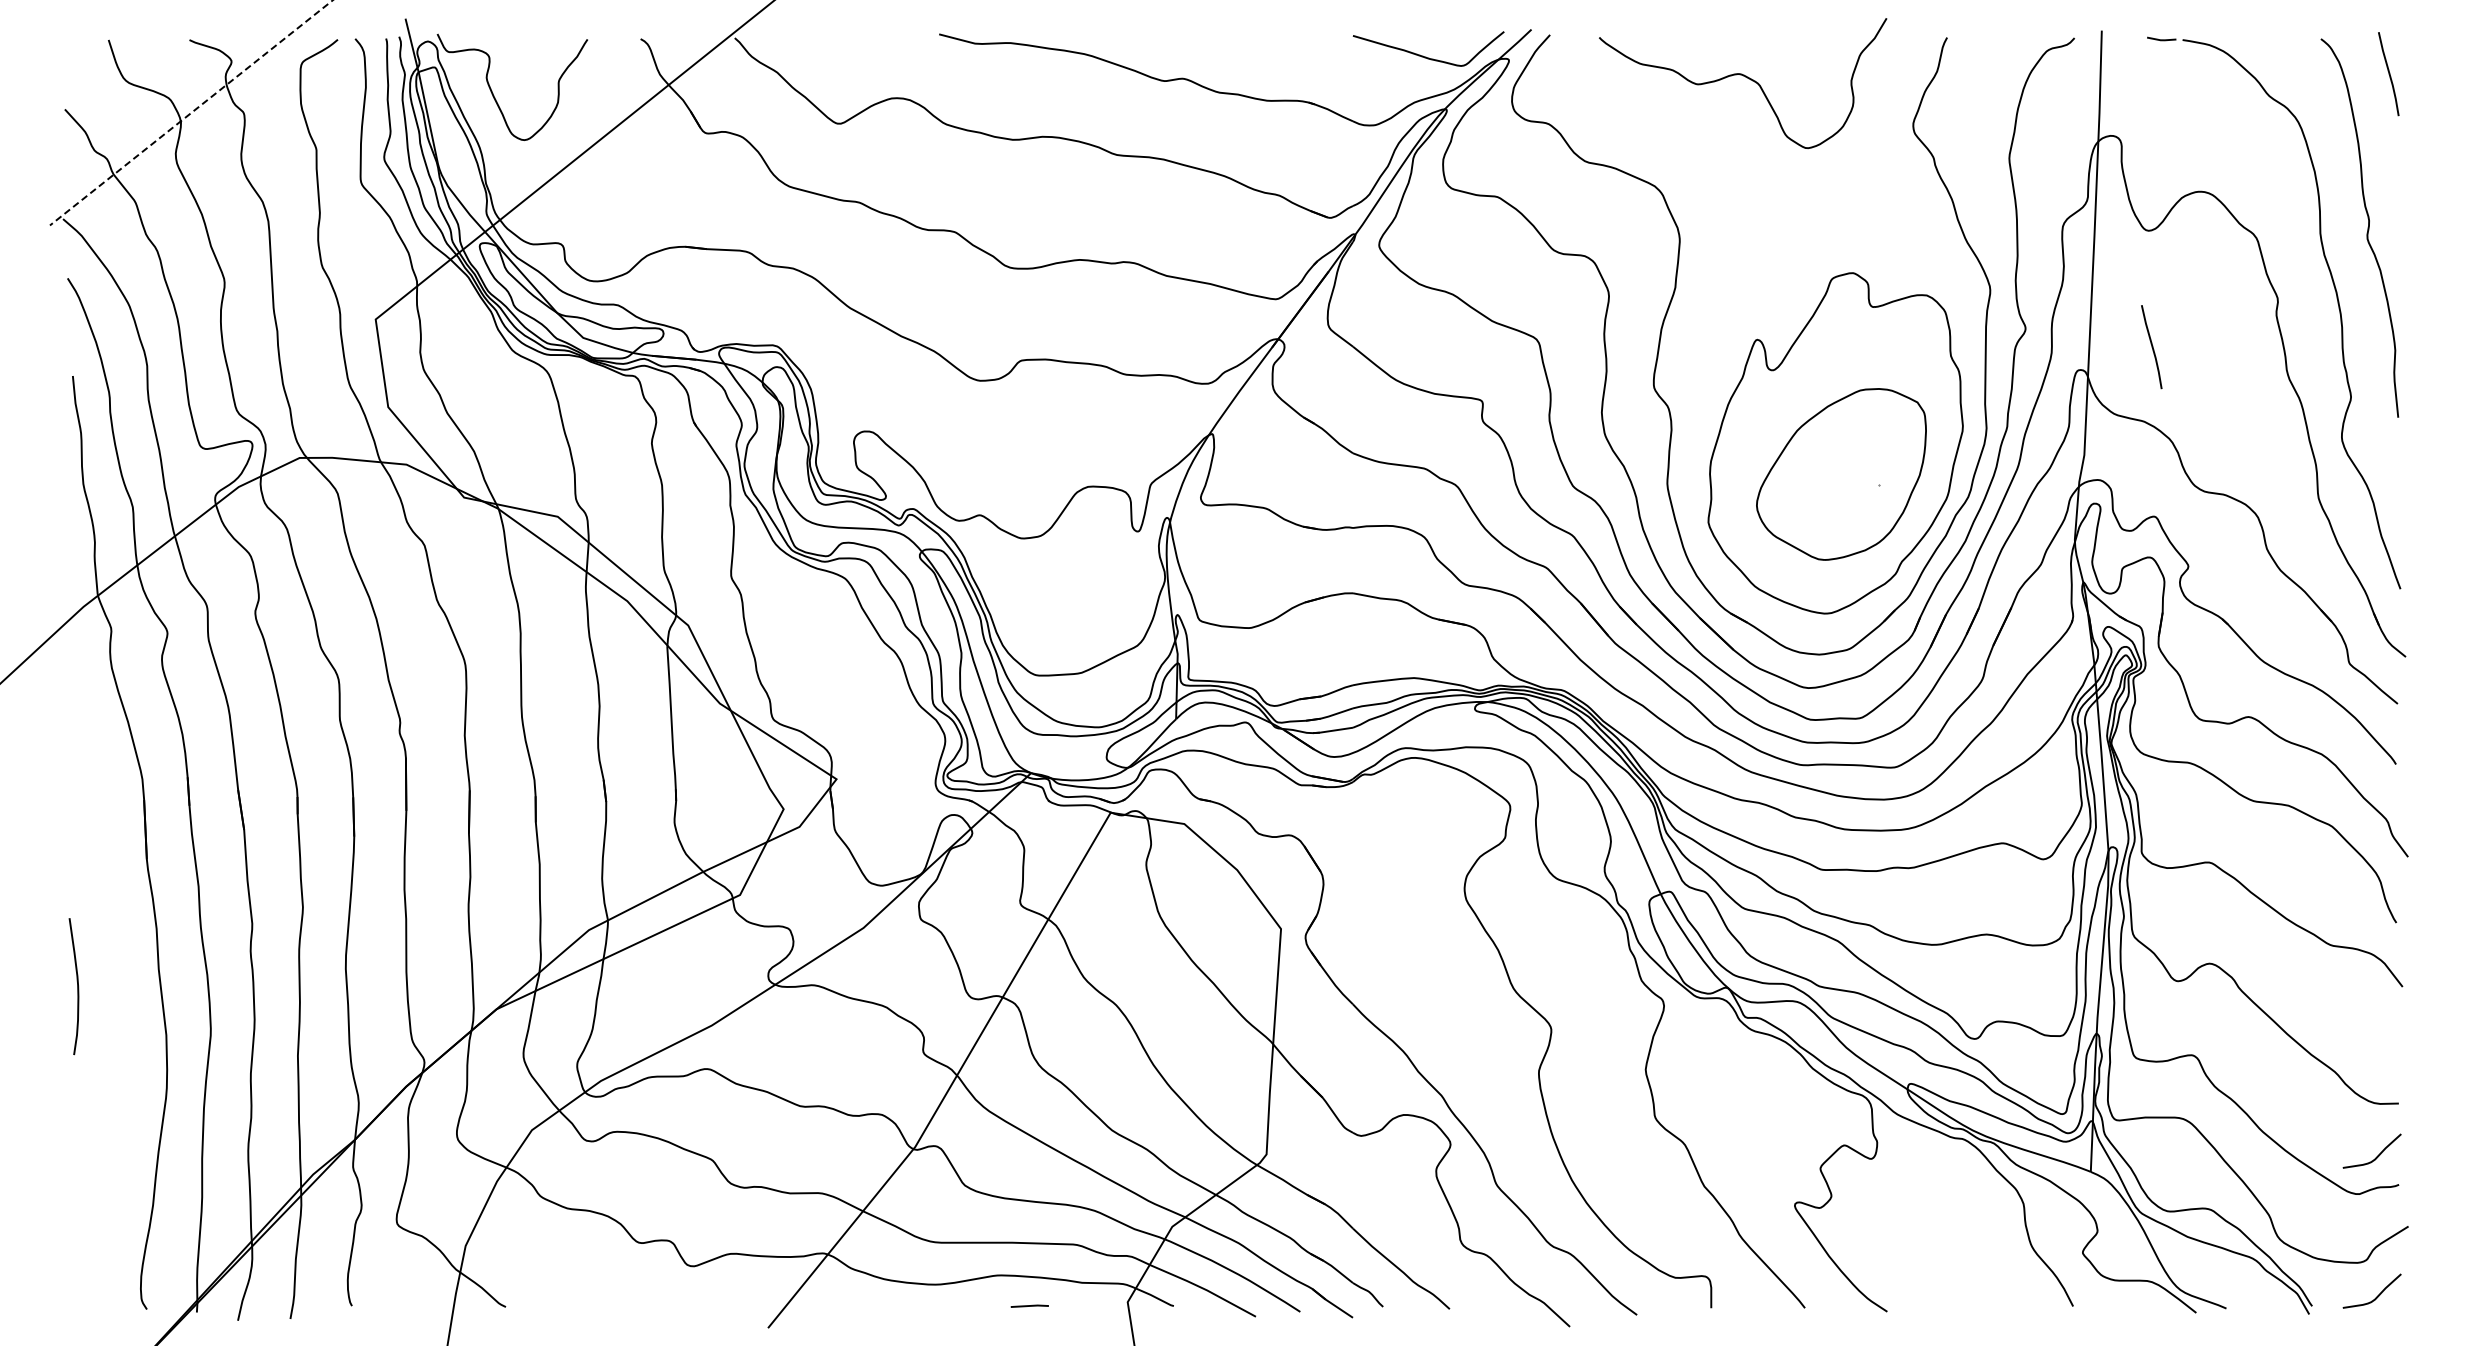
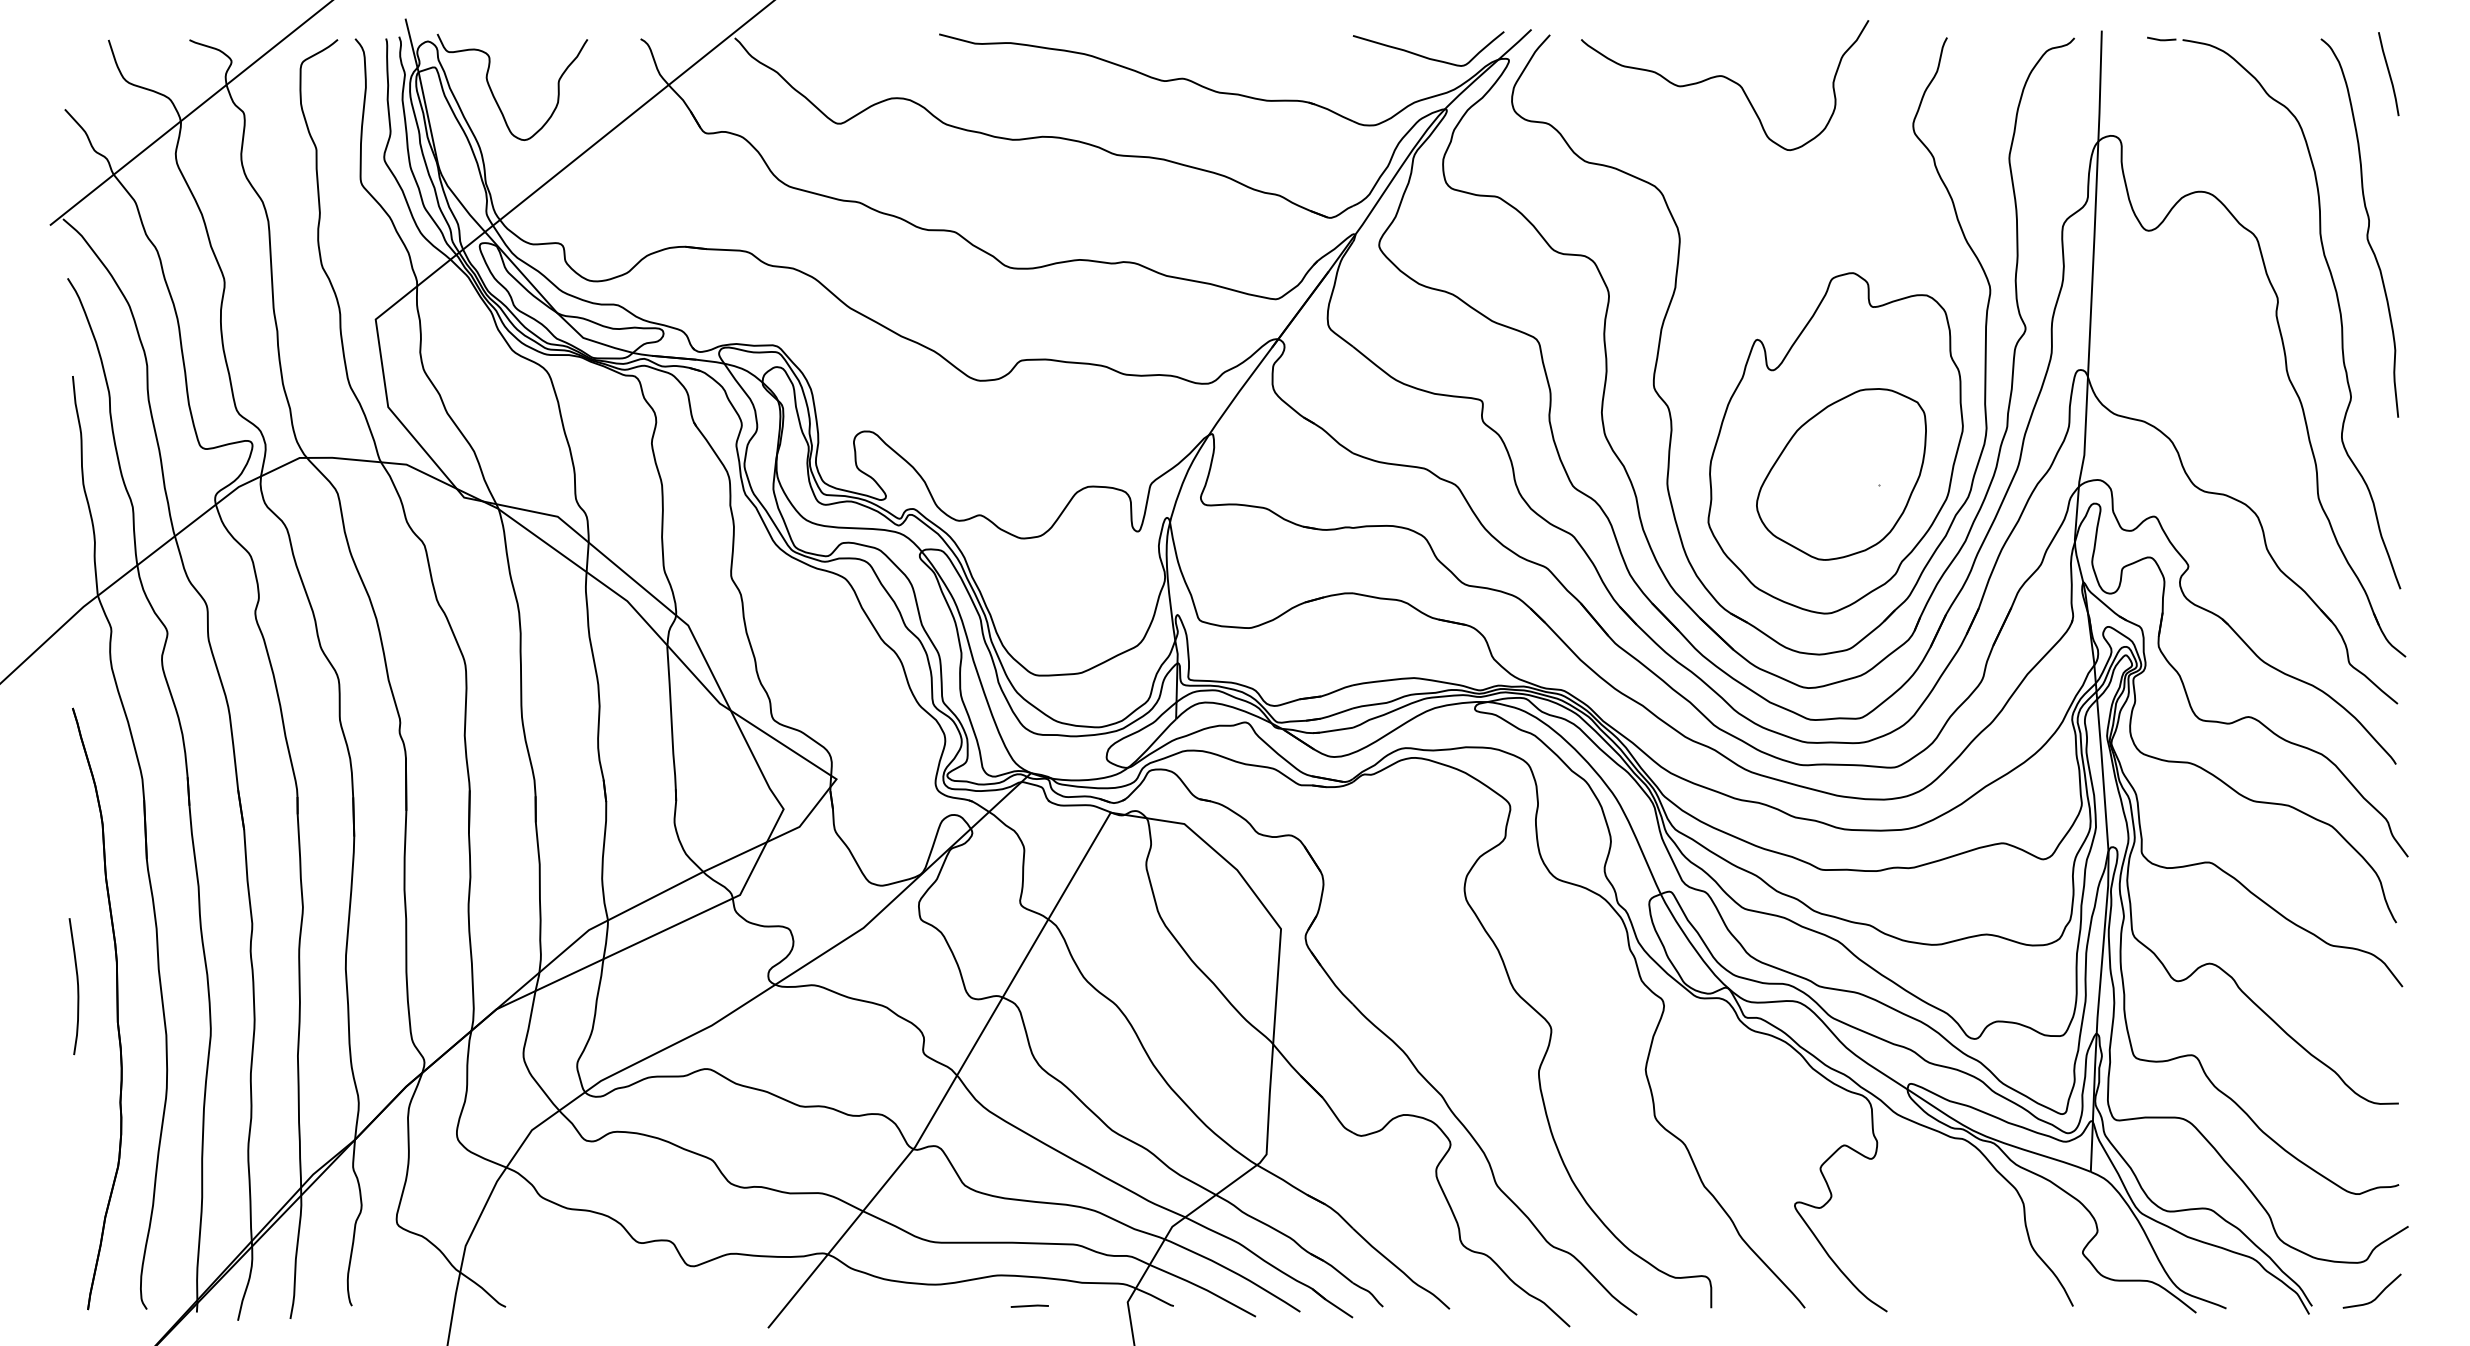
curve at (1745, 77) position: (1745, 77) -> (1727, 79)
line at (191, 112): dashed -> solid
line at (2151, 347): present -> none
part at (116, 1008): none -> present
curve at (2377, 1155): present -> none
